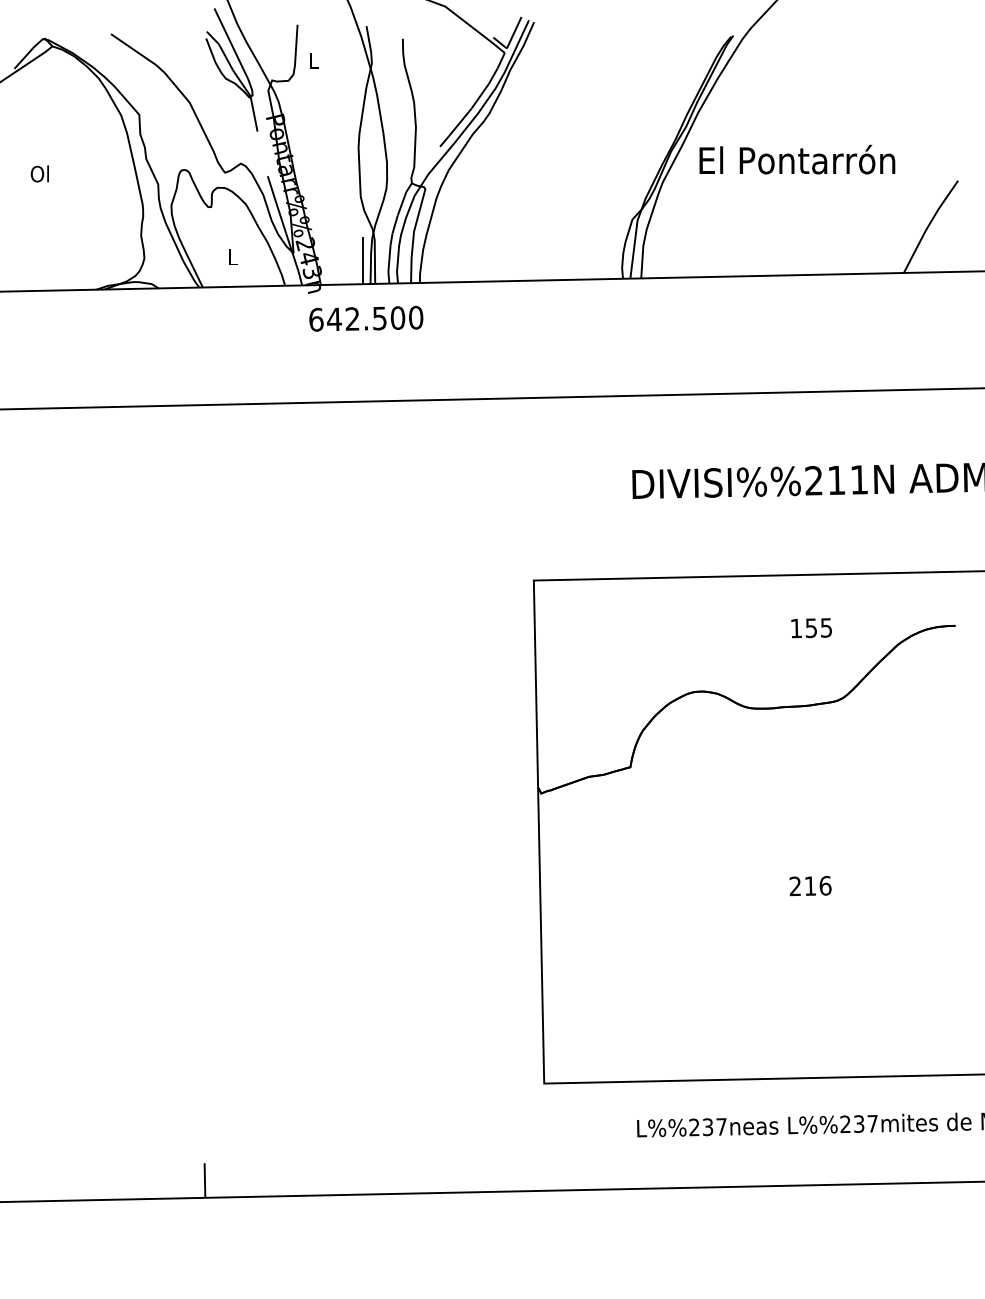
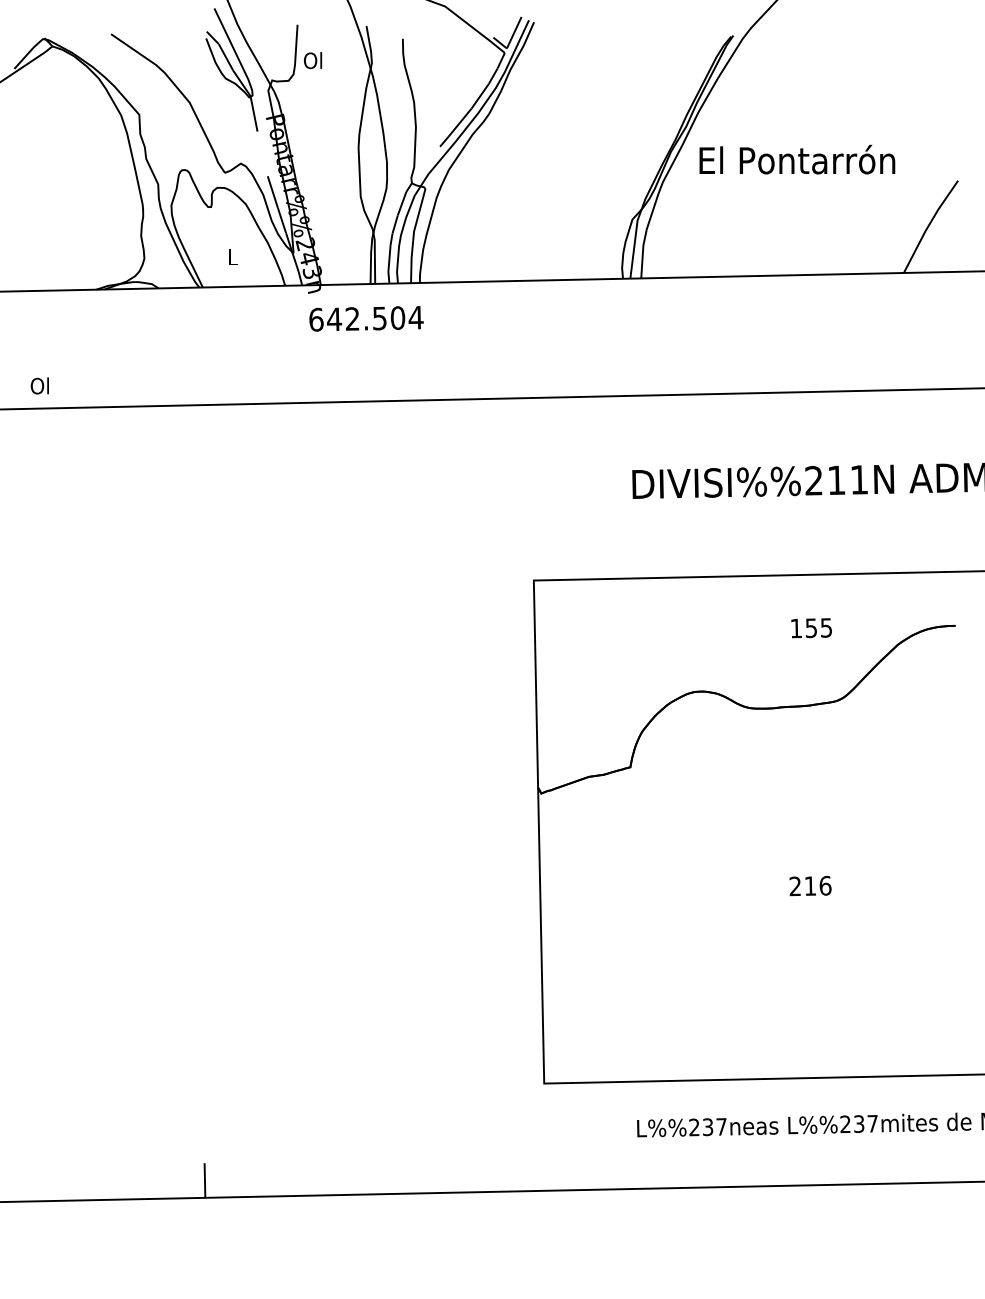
text at (312, 60): L -> Ol
text at (39, 173) position: (39, 173) -> (39, 385)
line at (363, 260): present -> none
text at (415, 317): 642.500 -> 642.504
